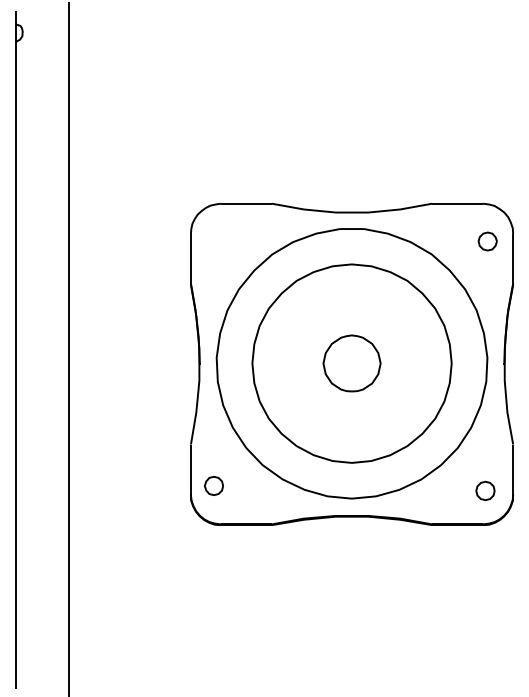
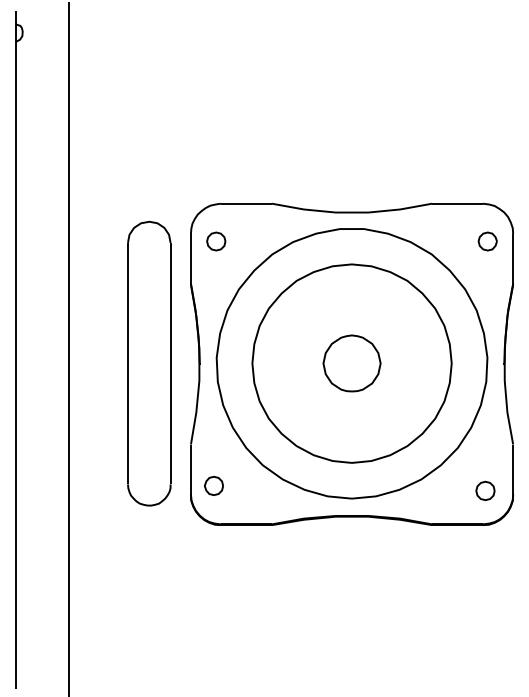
part at (216, 241): none -> present
part at (149, 363): none -> present
